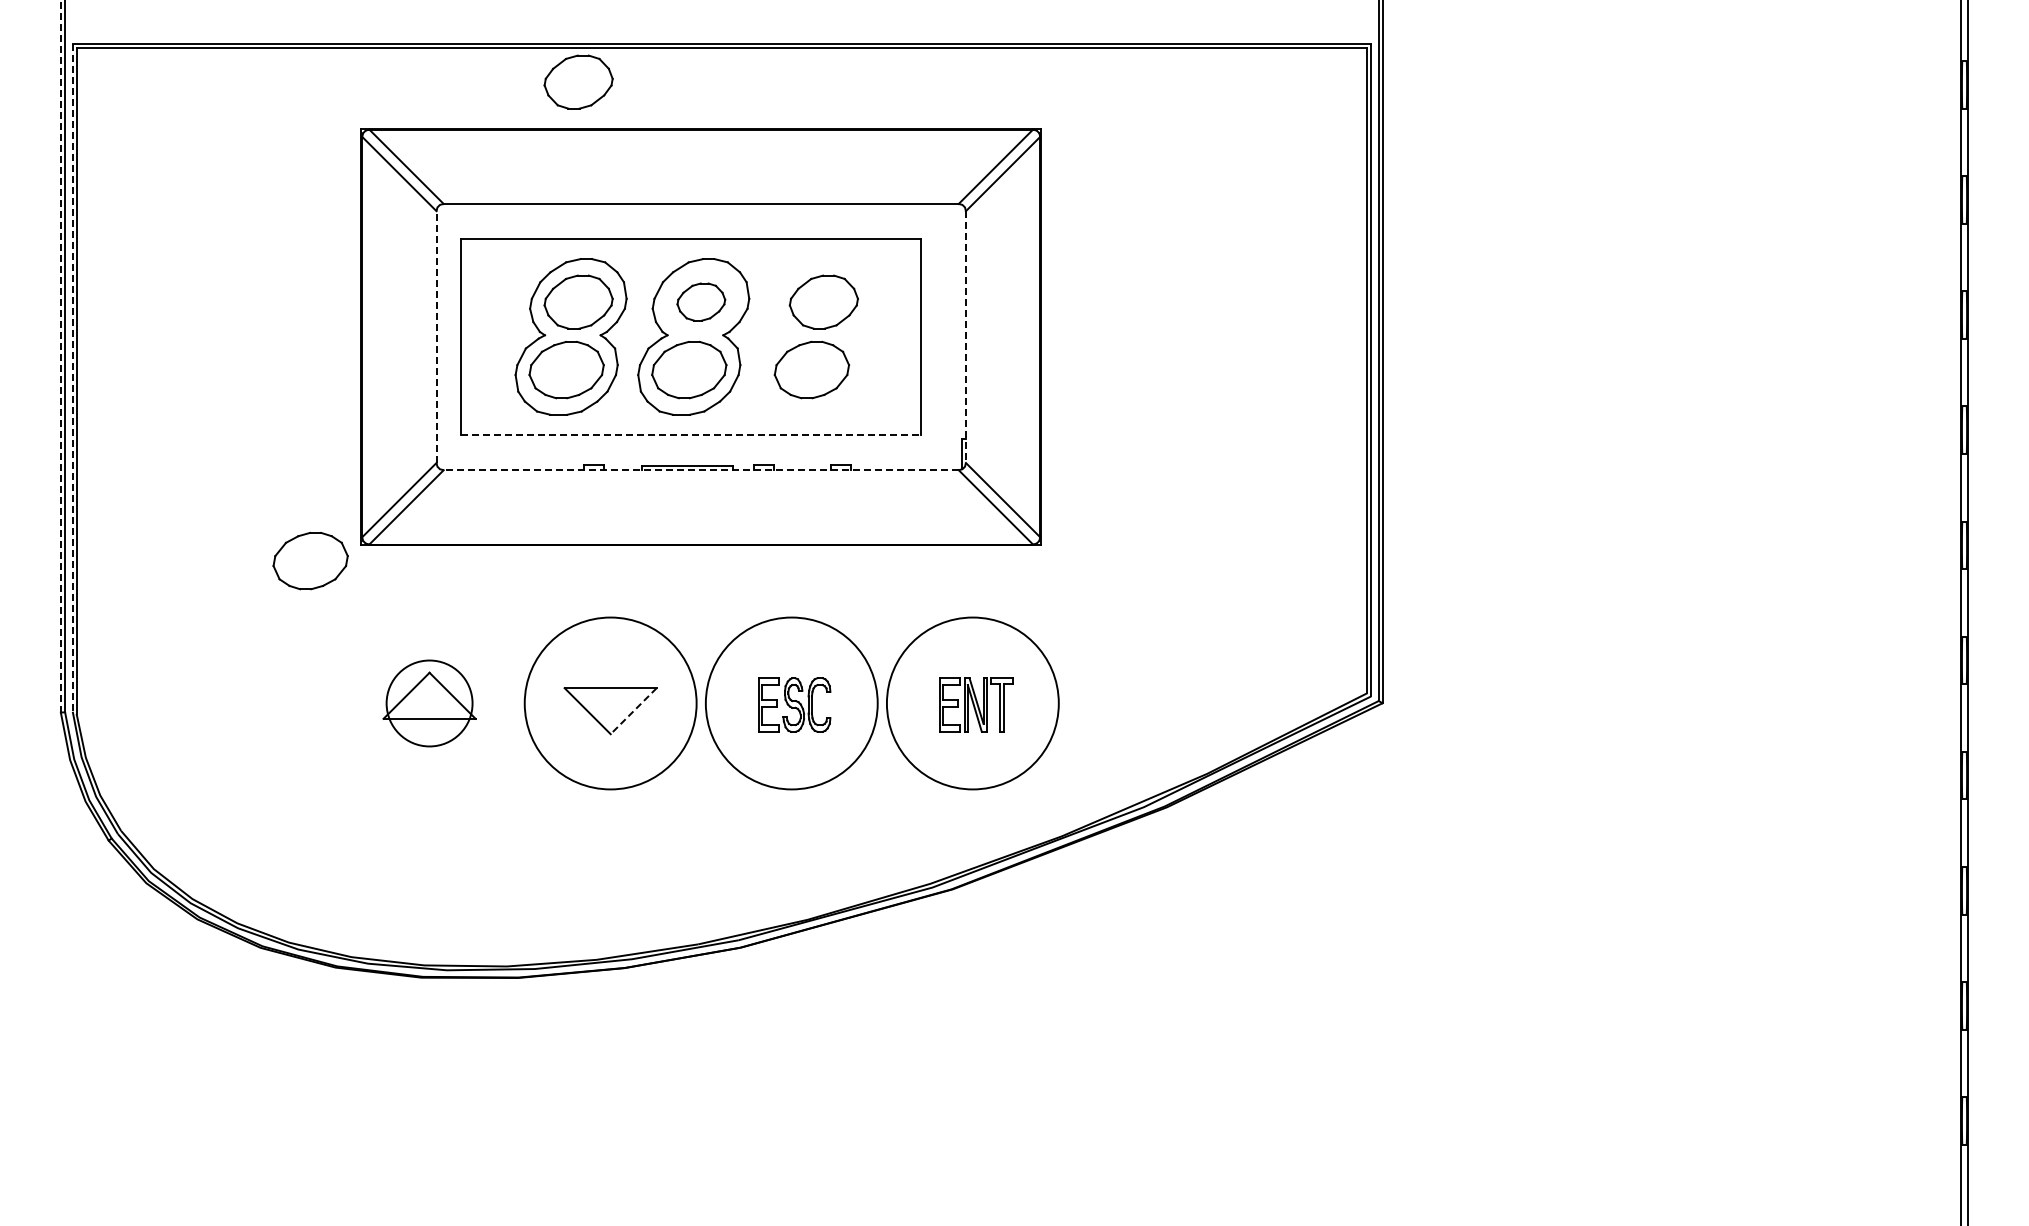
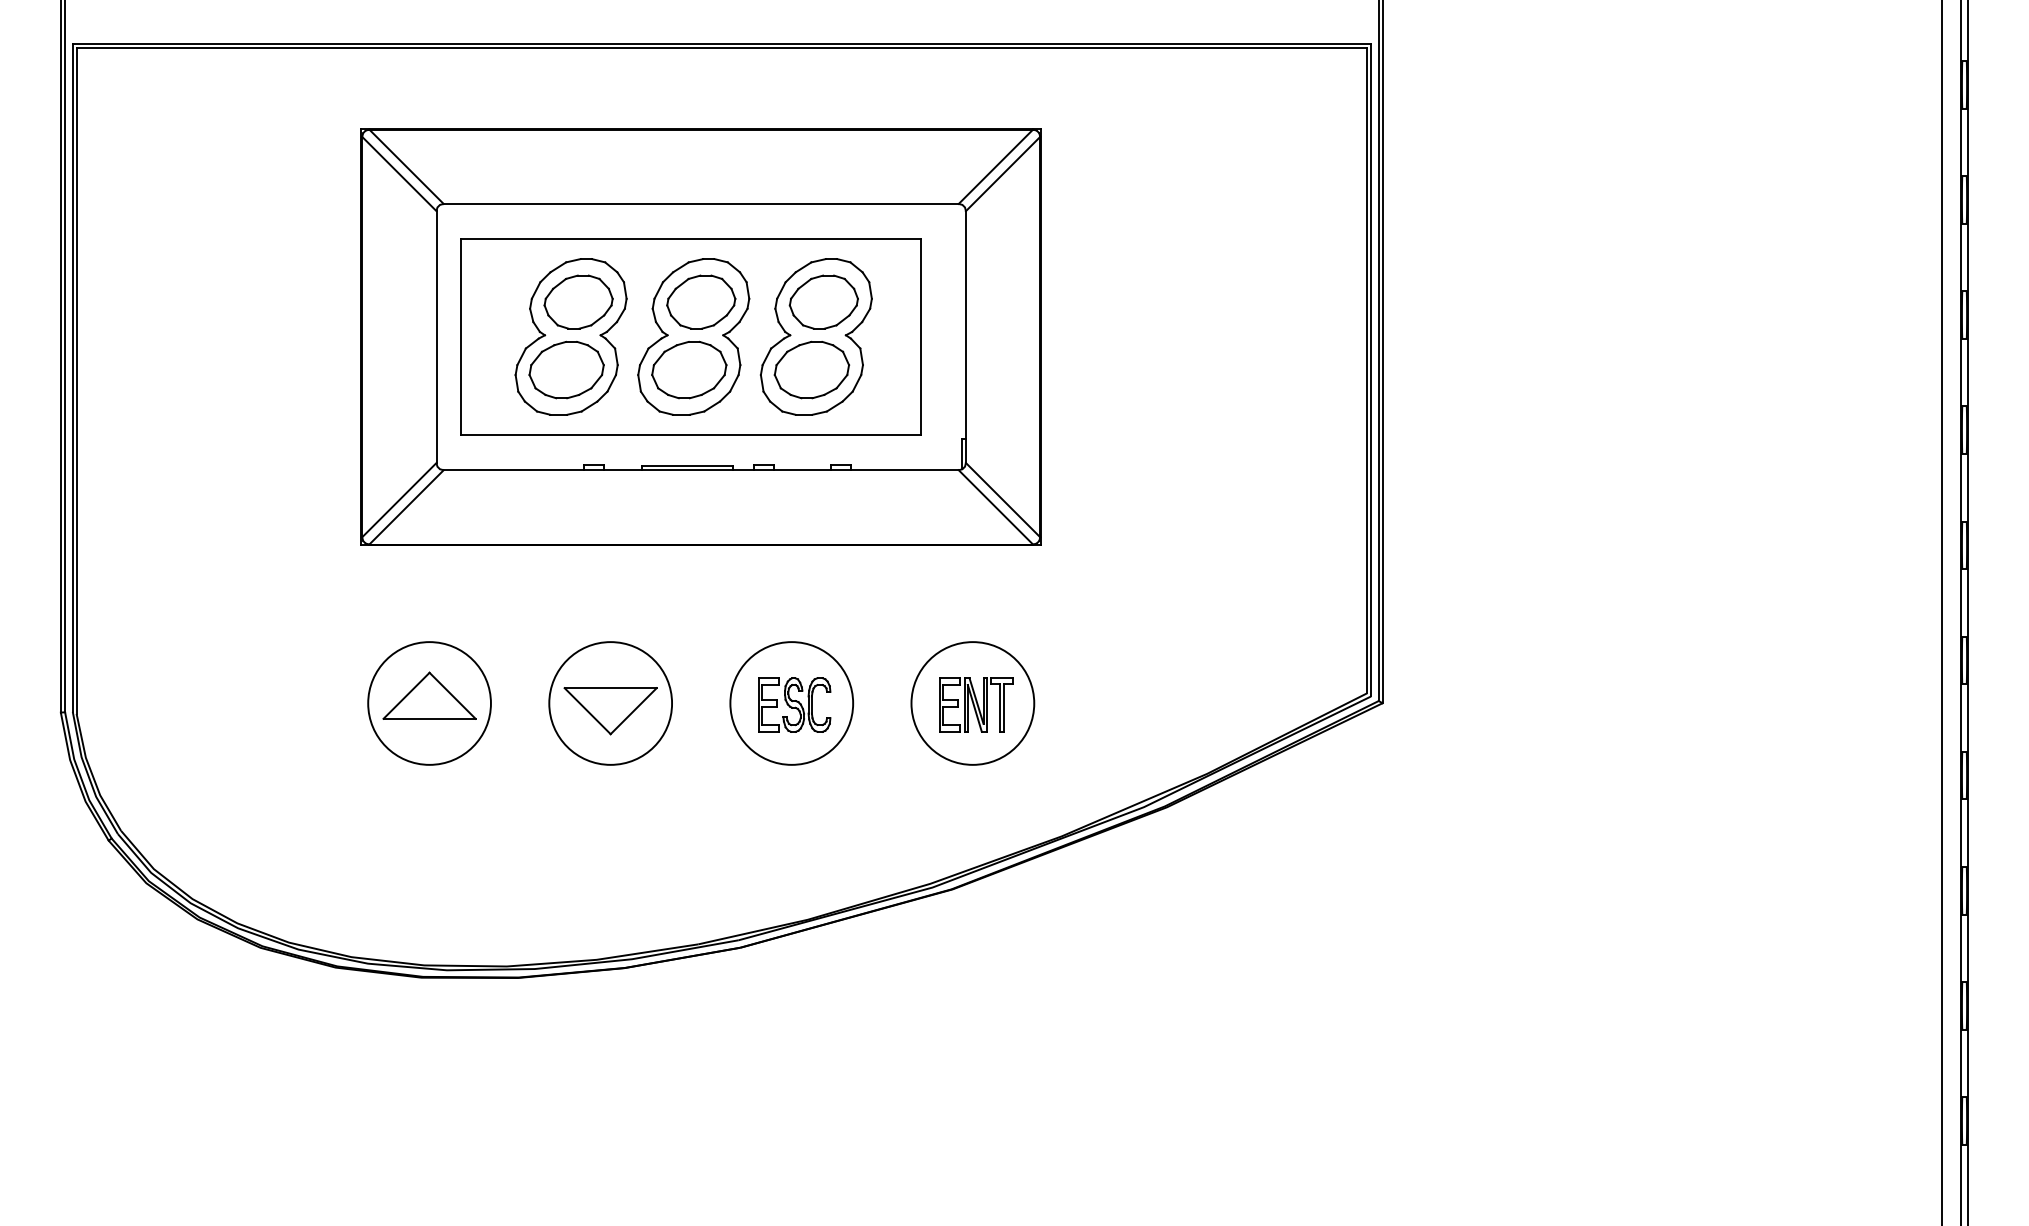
part at (578, 81): present -> none
part at (701, 301) size: 51x40 px -> 71x56 px
part at (815, 336): none -> present
line at (436, 337): dashed -> solid
line at (965, 337): dashed -> solid
line at (60, 356): dashed -> solid
line at (72, 378): dashed -> solid
line at (691, 435): dashed -> solid
line at (701, 470): dashed -> solid
part at (310, 560): present -> none
line at (1941, 612): none -> present
circle at (429, 703) diameter: 86 px -> 123 px
circle at (610, 703) diameter: 172 px -> 123 px
circle at (791, 703) diameter: 172 px -> 123 px
circle at (972, 703) diameter: 172 px -> 123 px
line at (633, 711): dashed -> solid
